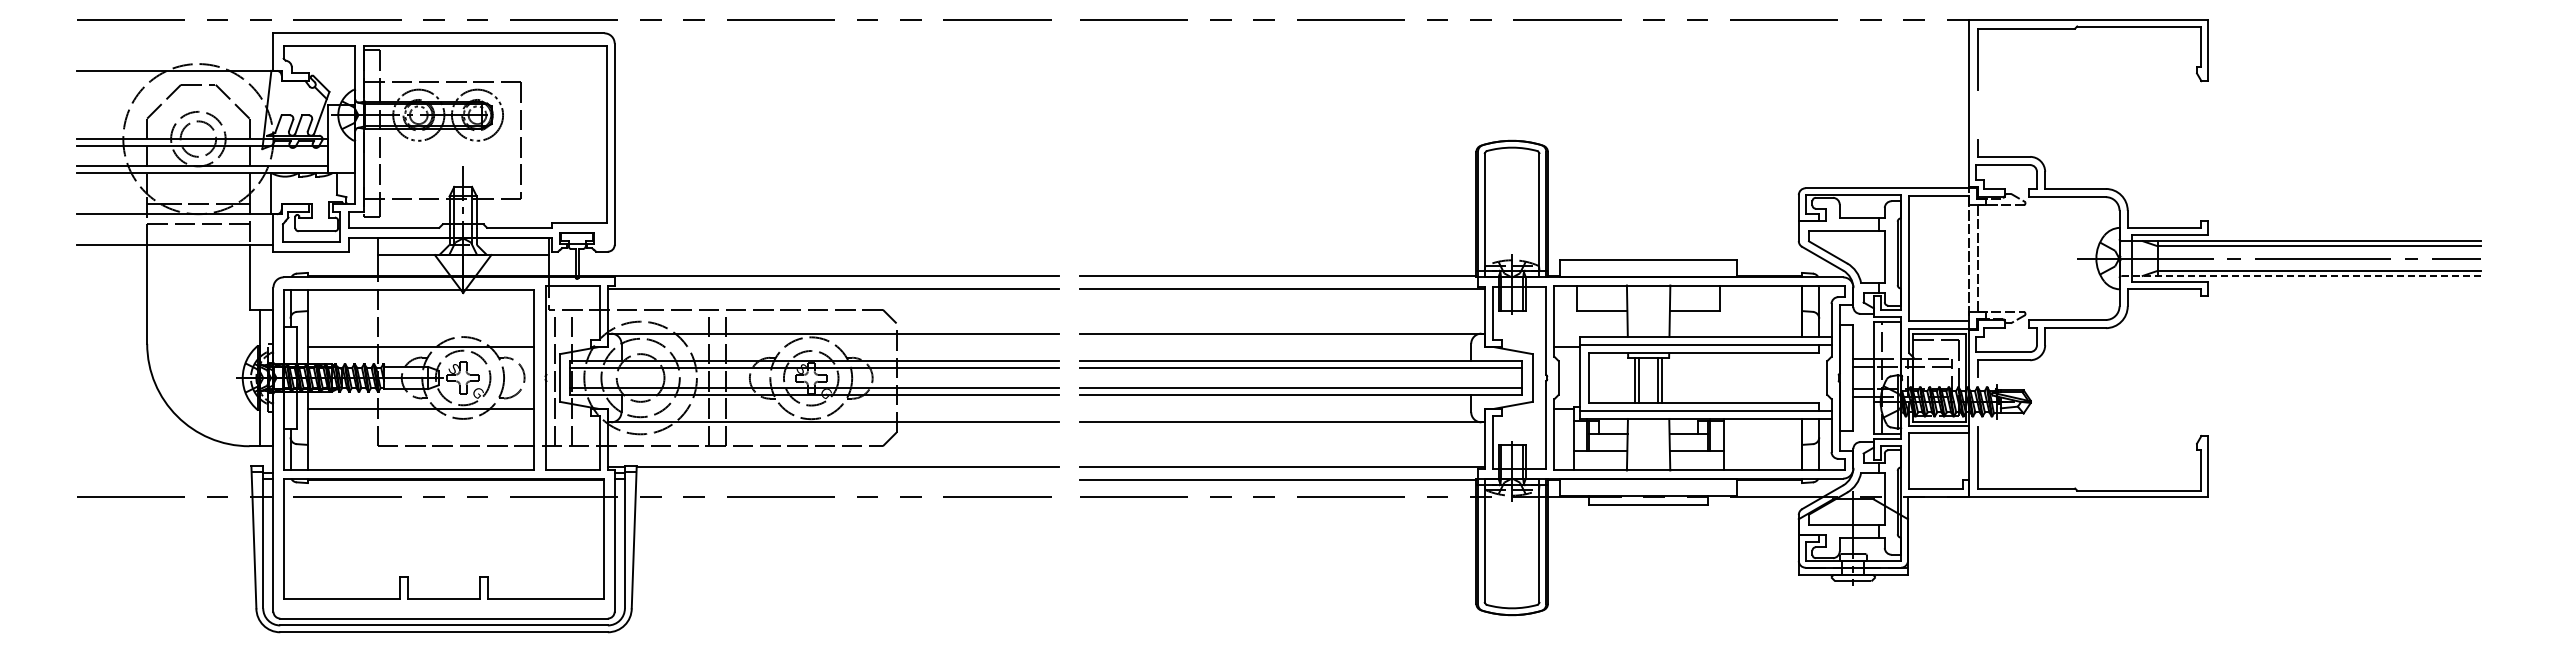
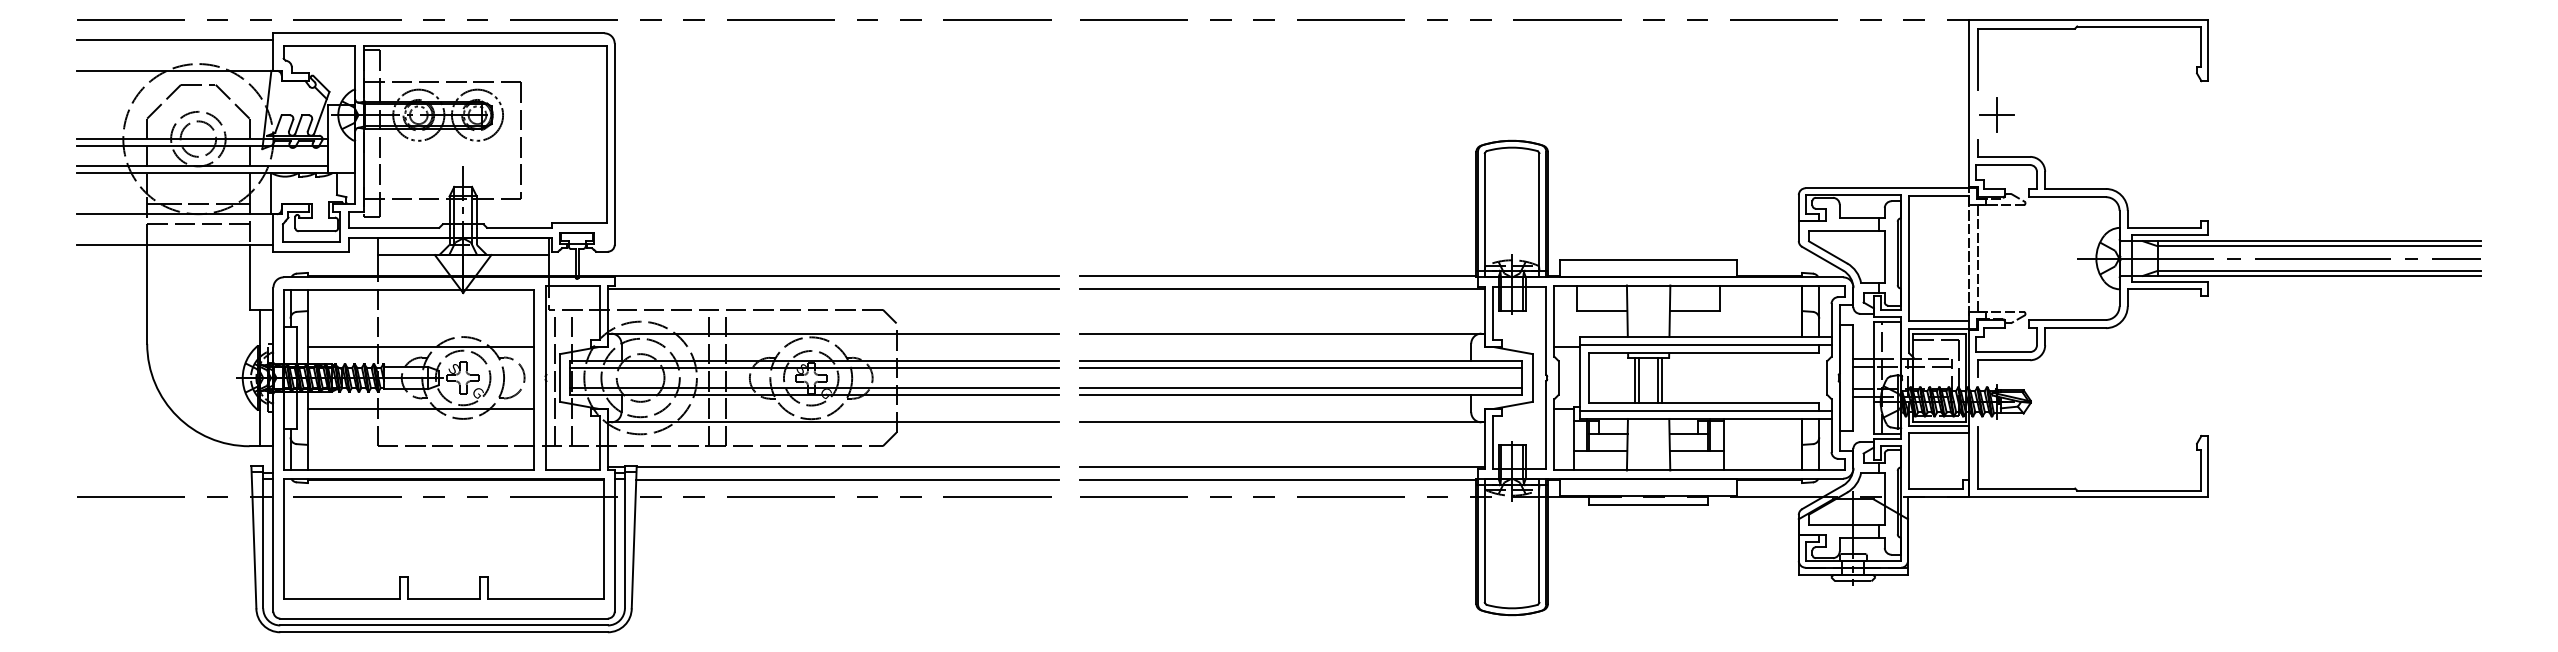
line at (174, 40): none -> present
part at (1996, 114): none -> present
line at (2301, 275): dashed -> solid
line at (847, 479): none -> present
